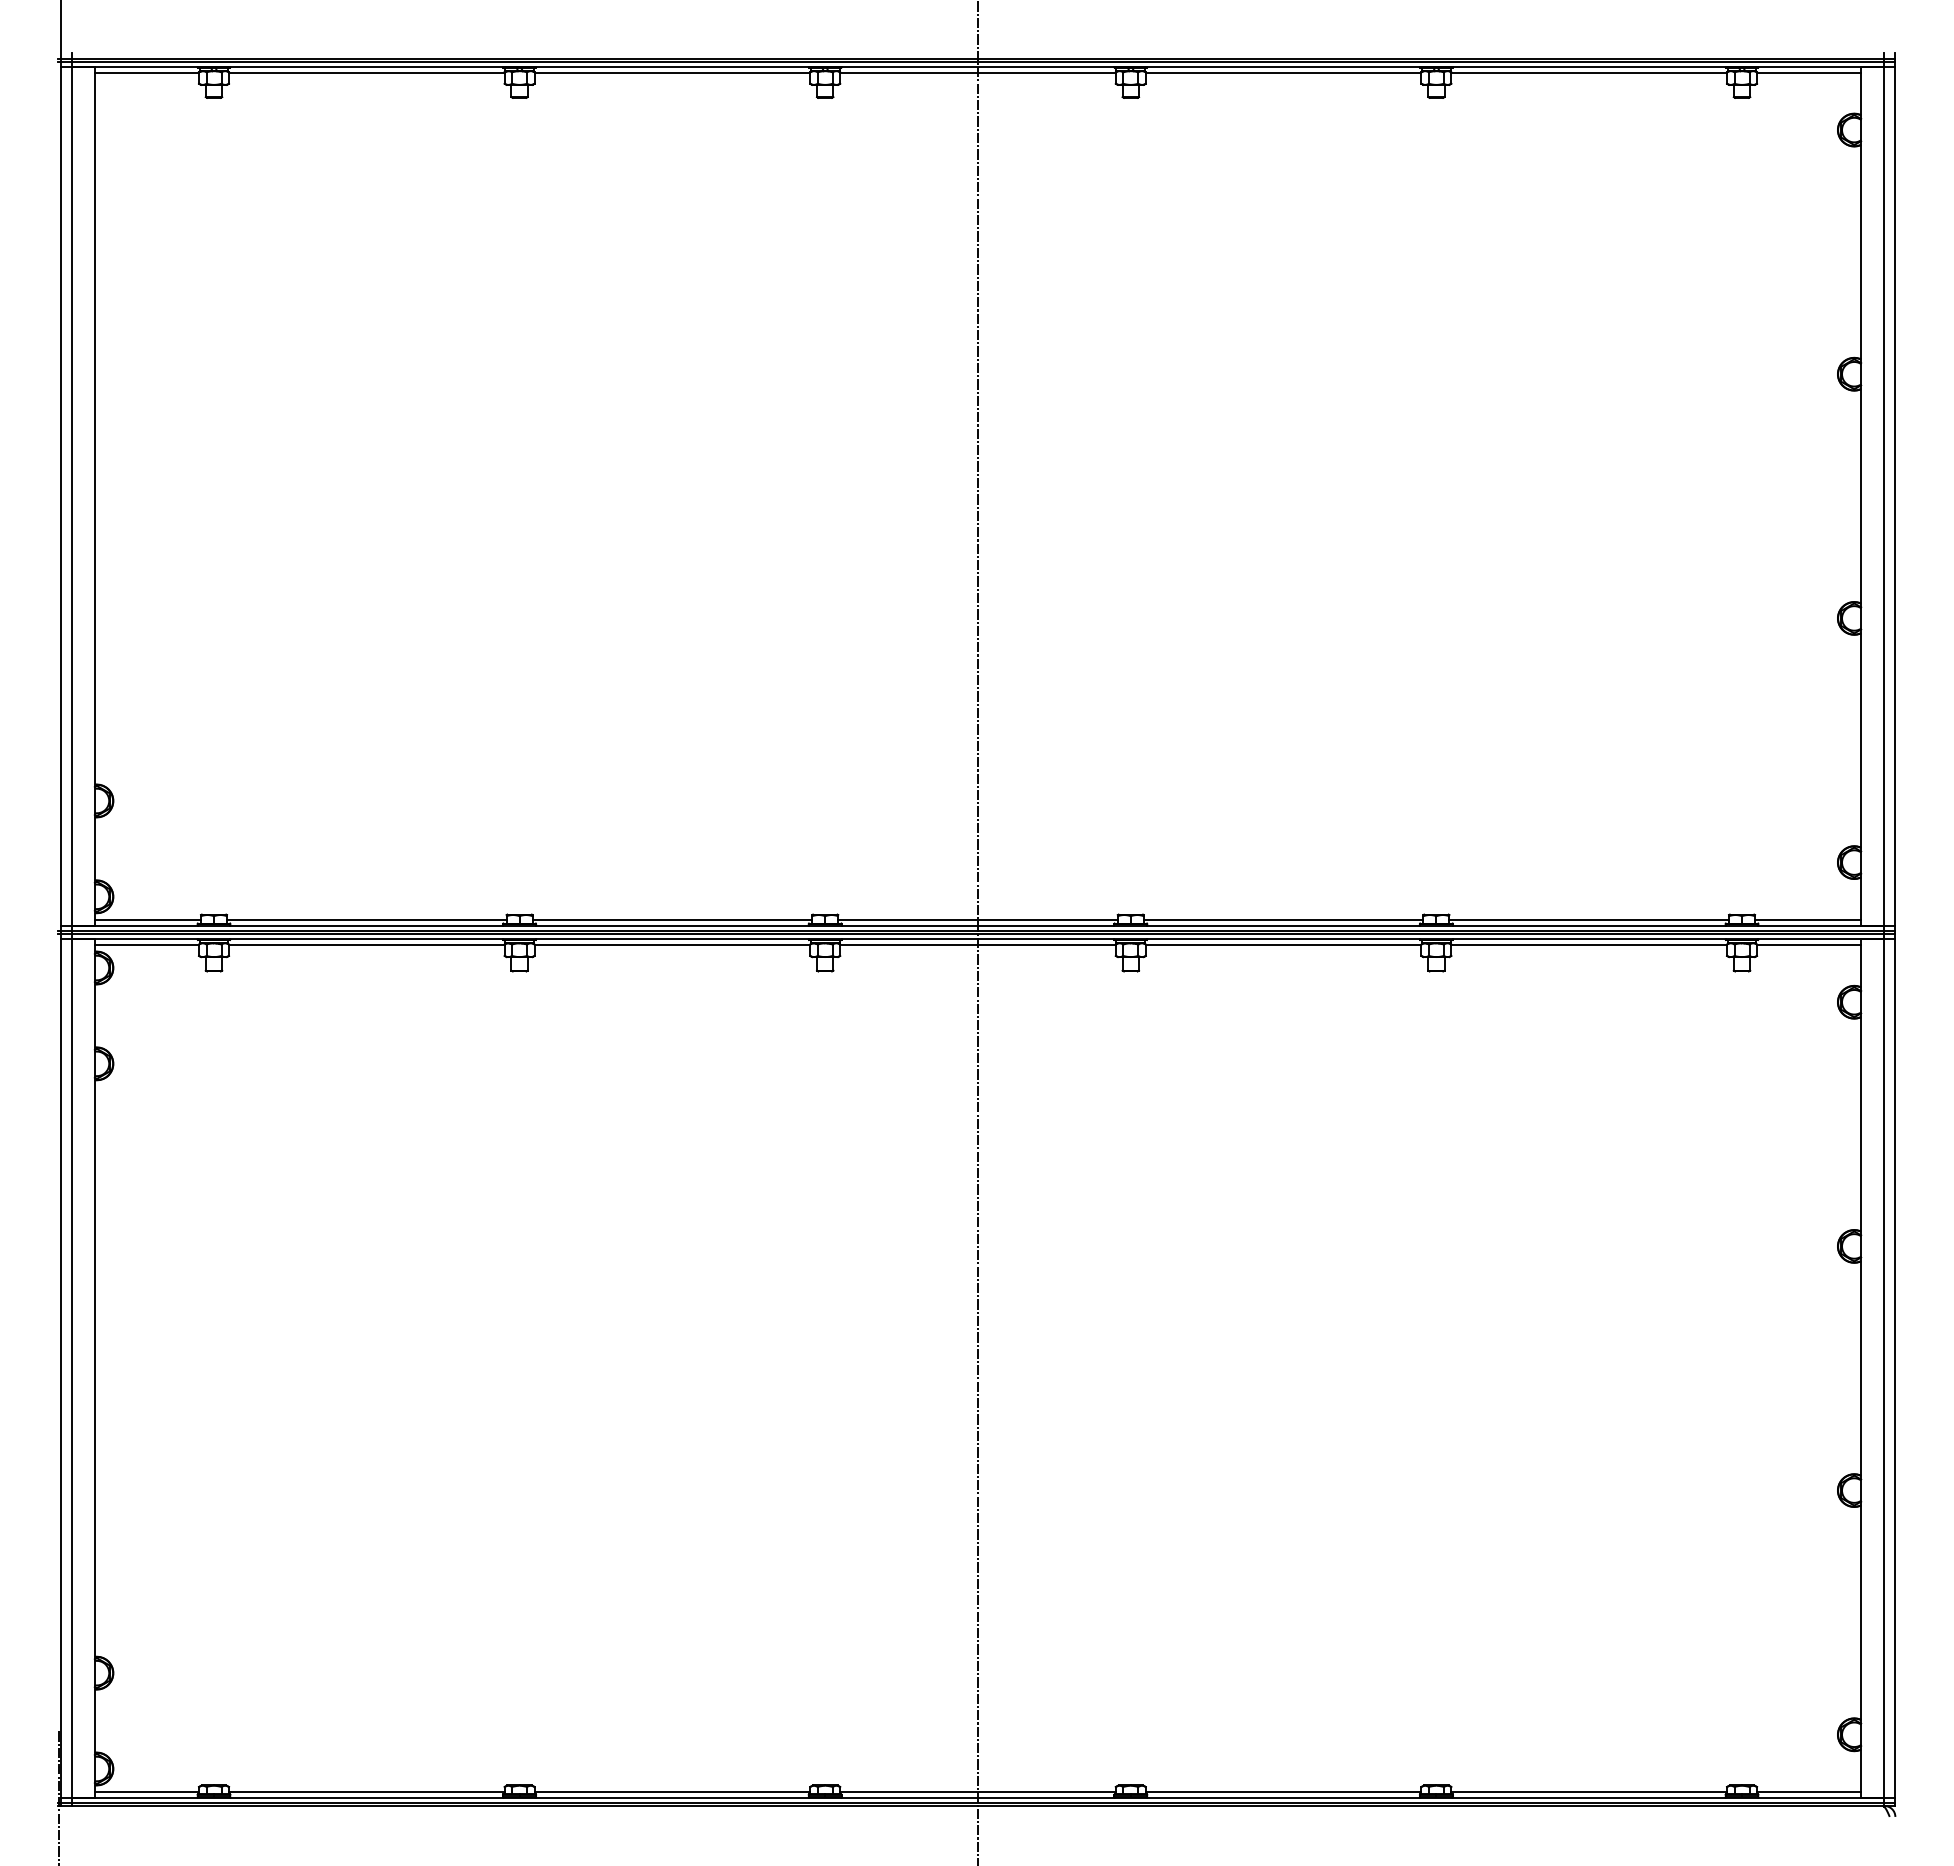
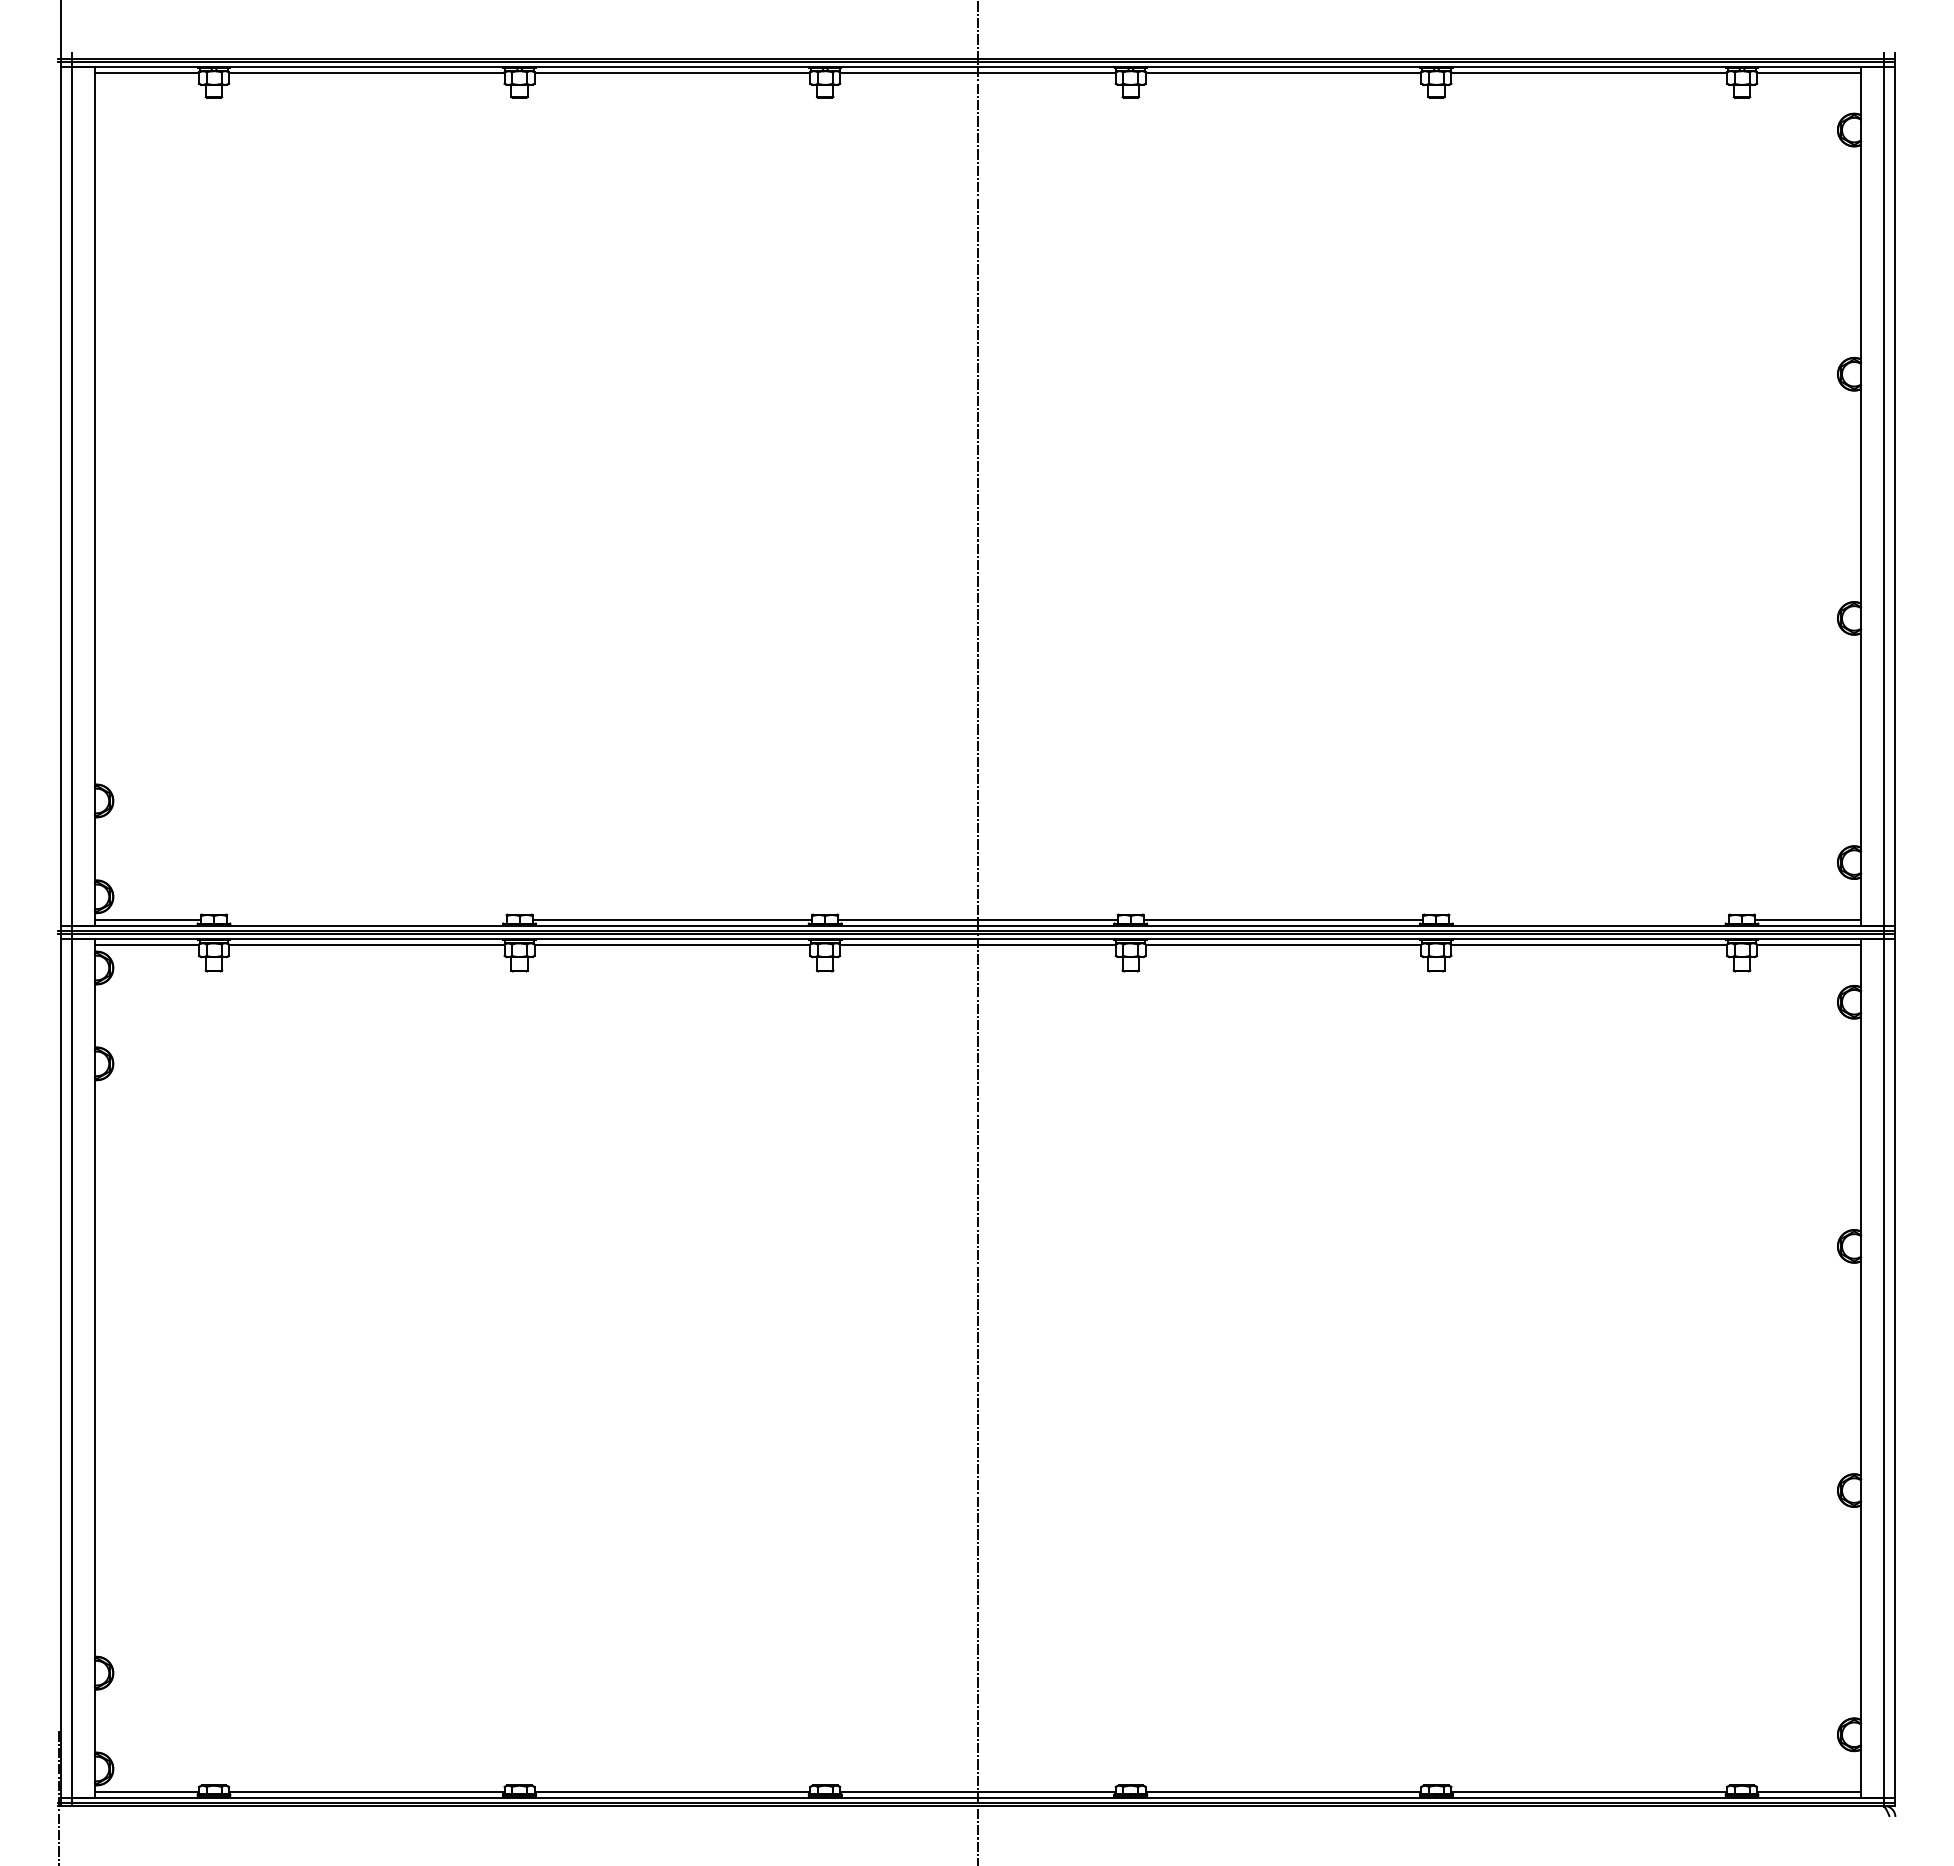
line at (366, 920): present -> none
line at (1589, 920): present -> none
